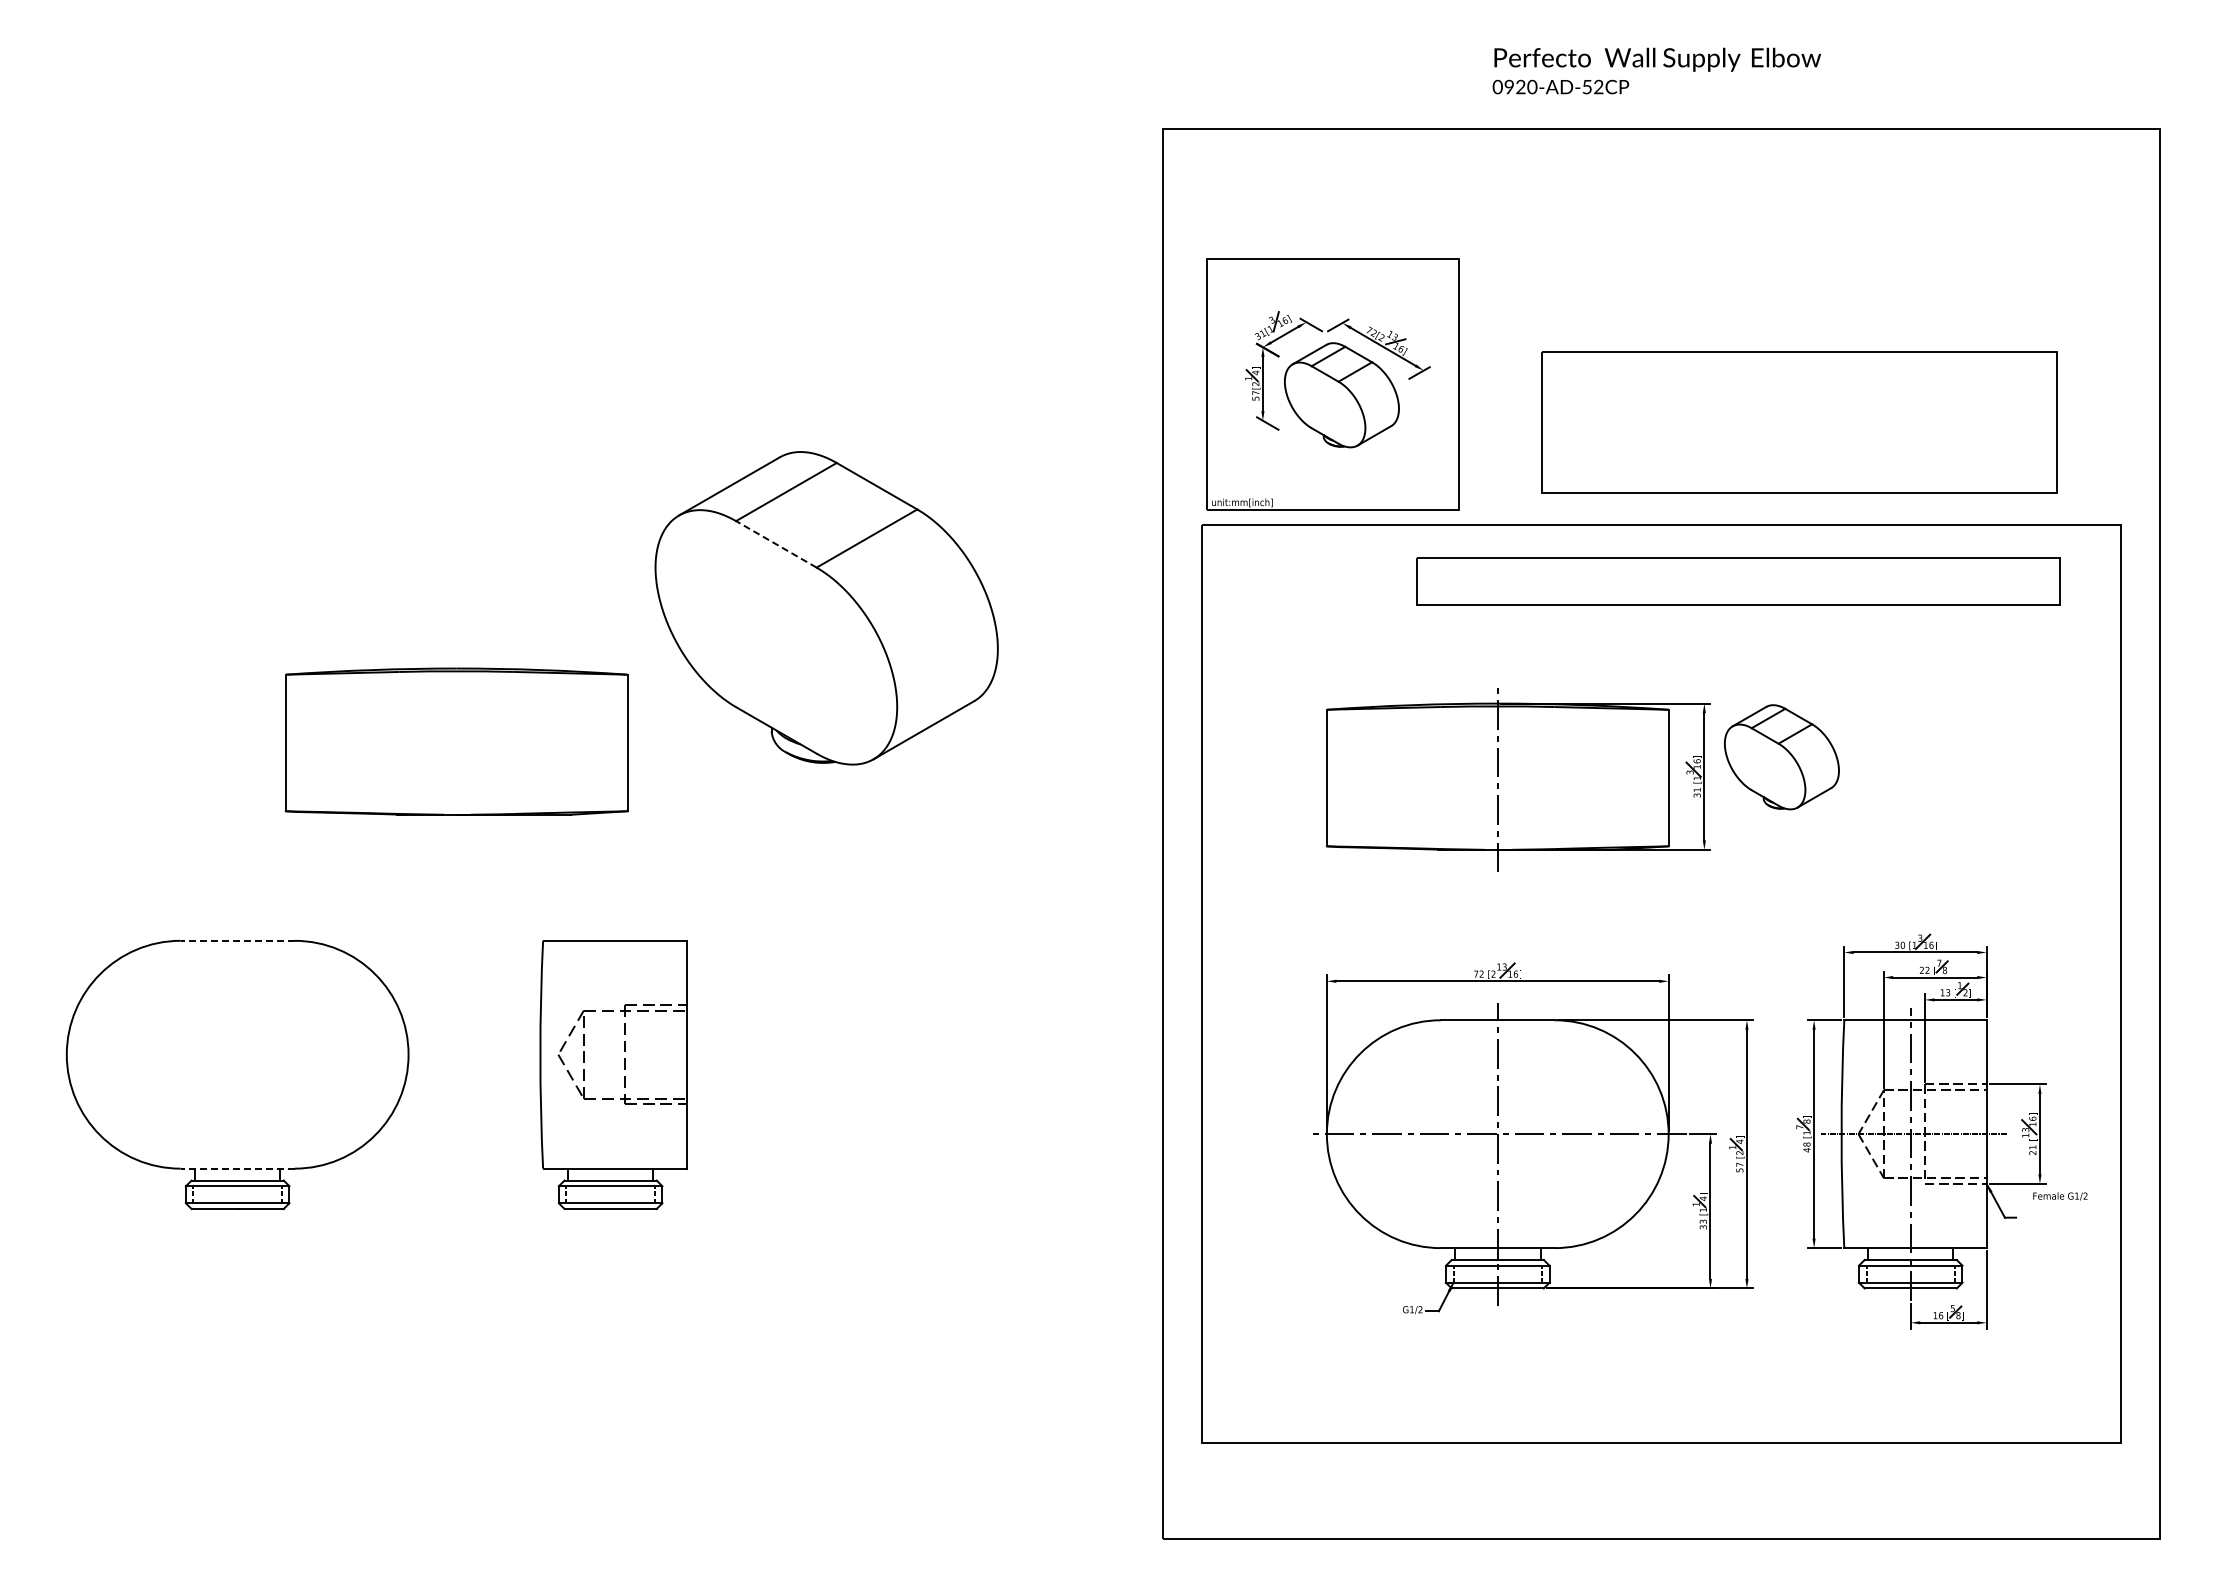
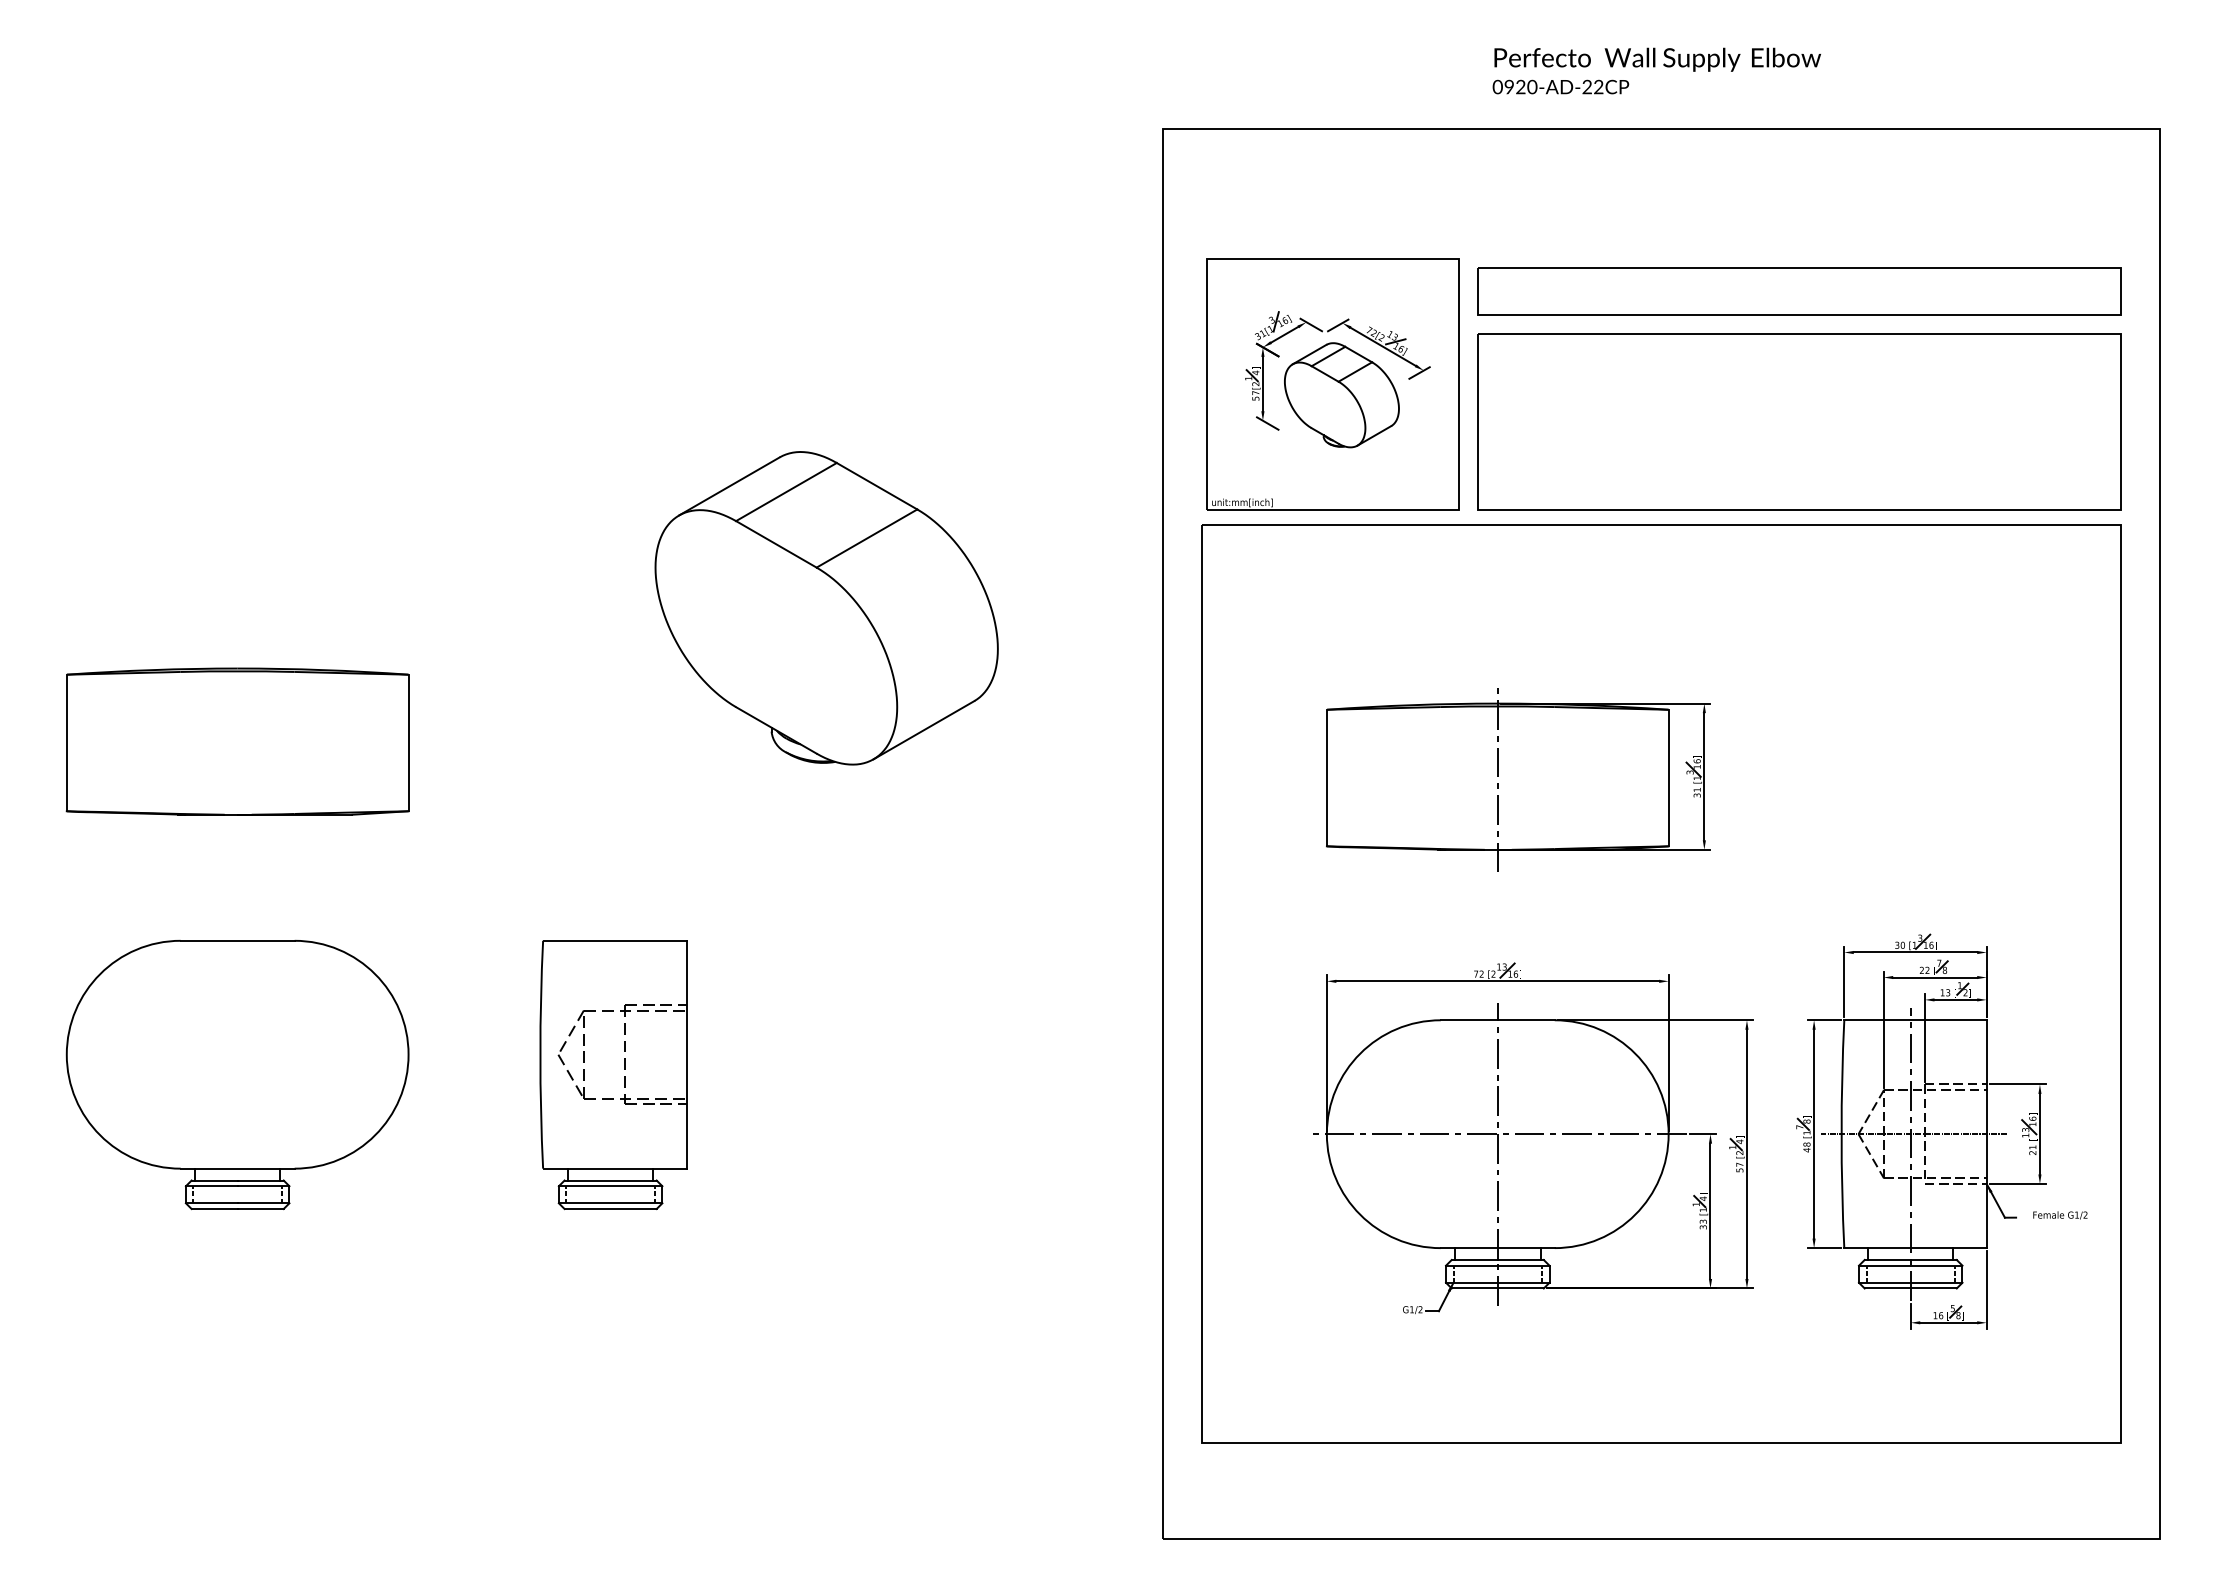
text at (1586, 86): 0920-AD-52CP -> 0920-AD-22CP
part at (1799, 422) size: 517x143 px -> 645x178 px
line at (776, 544): dashed -> solid
part at (1738, 581) position: (1738, 581) -> (1799, 291)
part at (456, 741) position: (456, 741) -> (237, 741)
part at (1781, 757): present -> none
line at (237, 940): dashed -> solid
line at (237, 1168): dashed -> solid
text at (2060, 1196) position: (2060, 1196) -> (2060, 1215)
